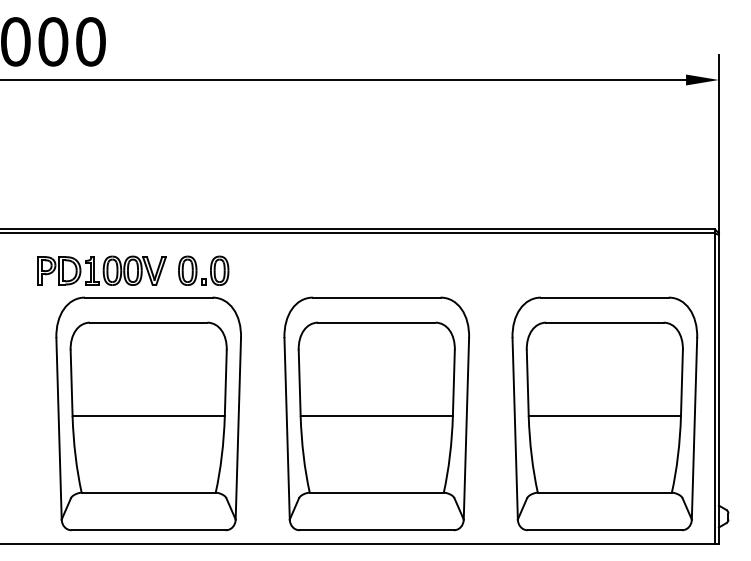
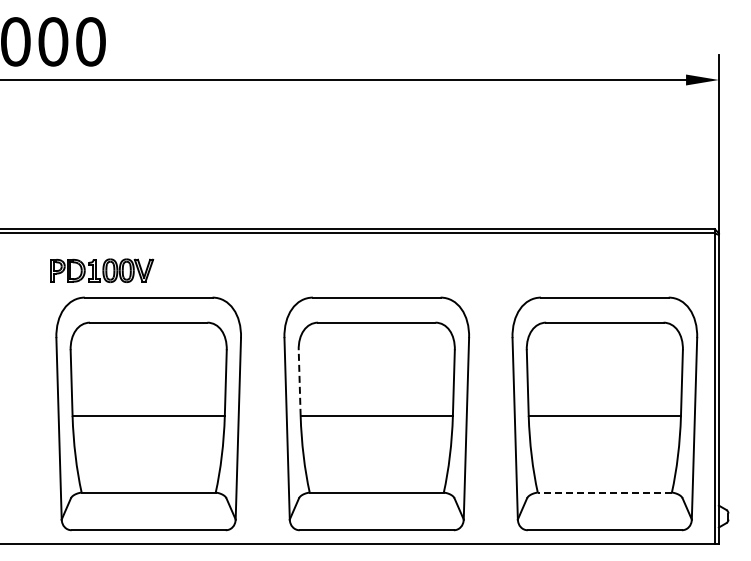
part at (101, 270) size: 130x31 px -> 105x25 px
part at (203, 270): present -> none
line at (299, 383): solid -> dashed
line at (604, 492): solid -> dashed
